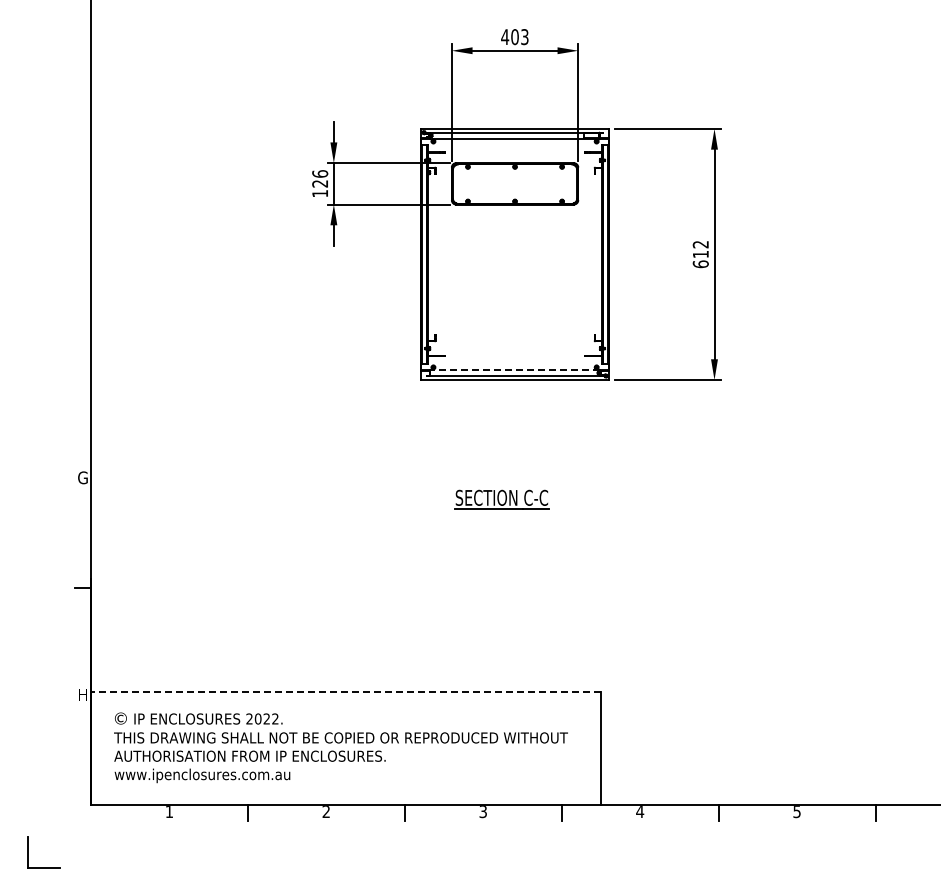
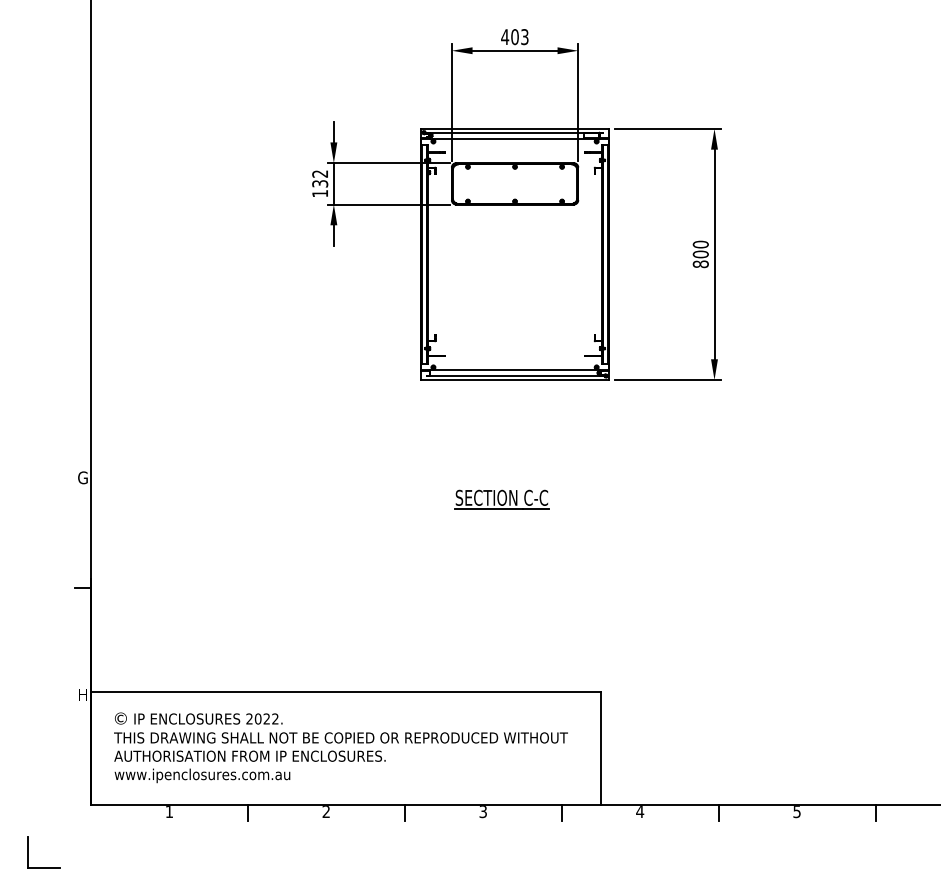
text at (320, 178): 126 -> 132
text at (700, 254): 612 -> 800
line at (515, 370): dashed -> solid
line at (345, 692): dashed -> solid
